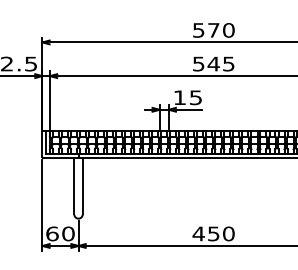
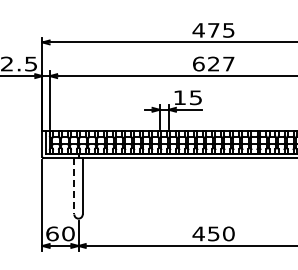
text at (213, 30): 570 -> 475
text at (213, 63): 545 -> 627
line at (74, 186): solid -> dashed
